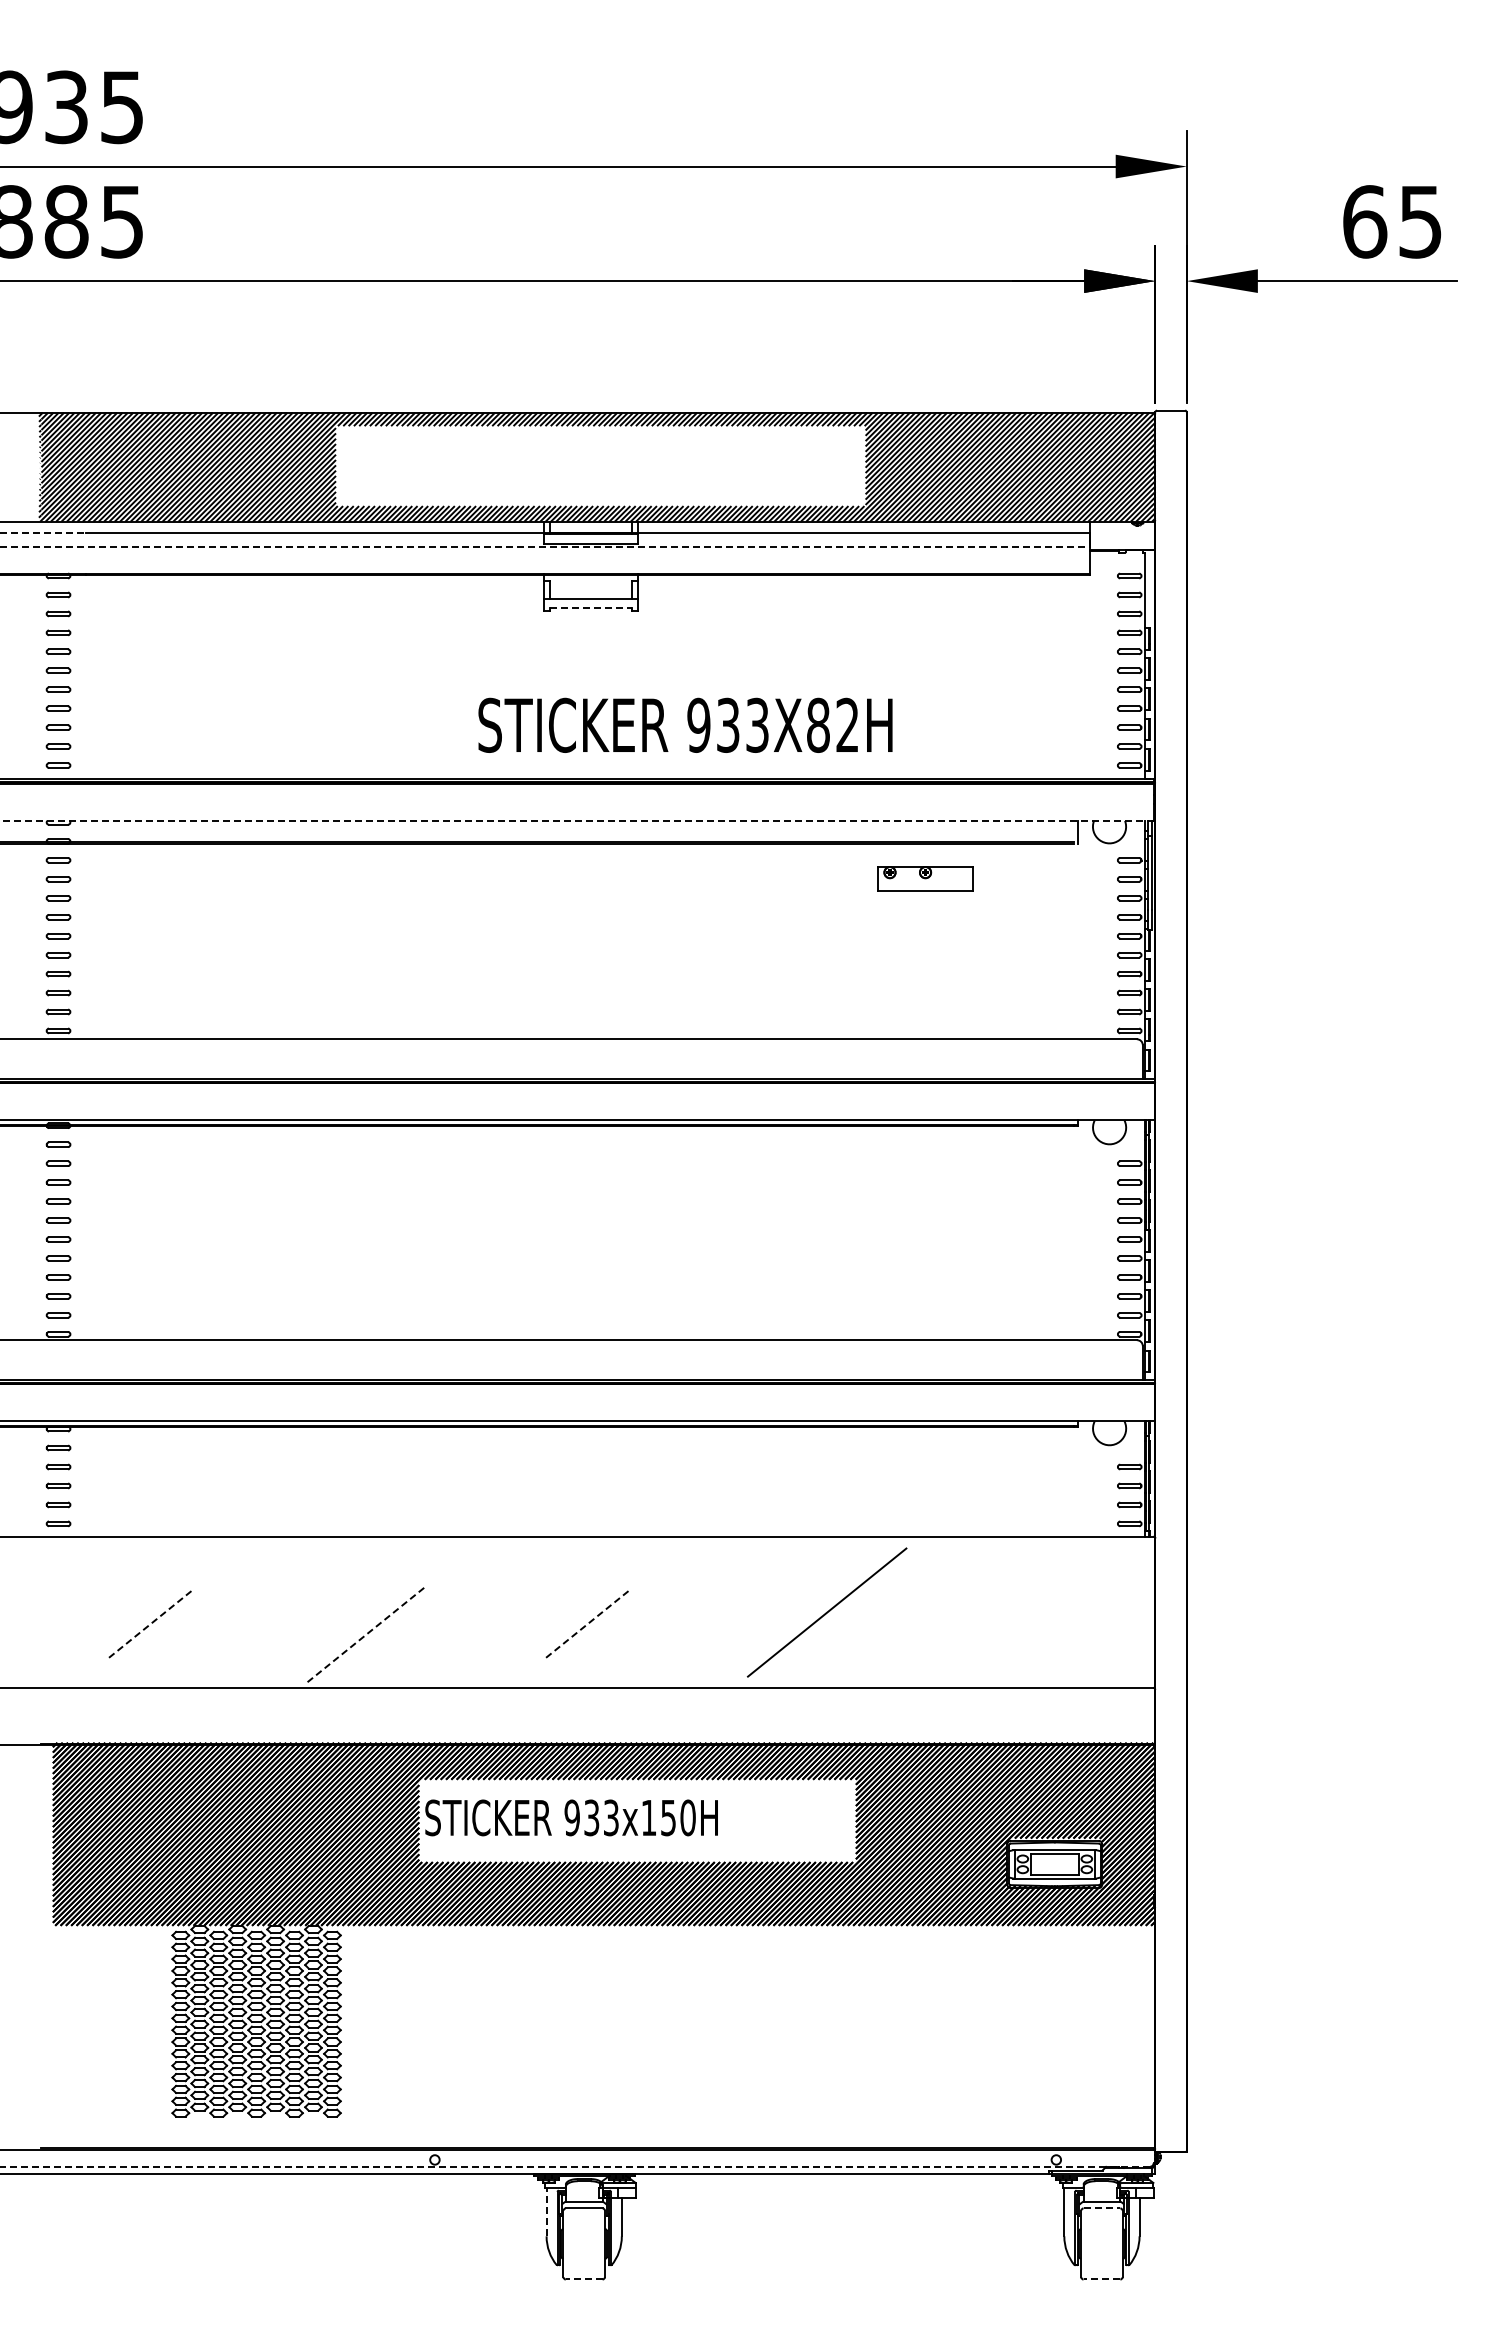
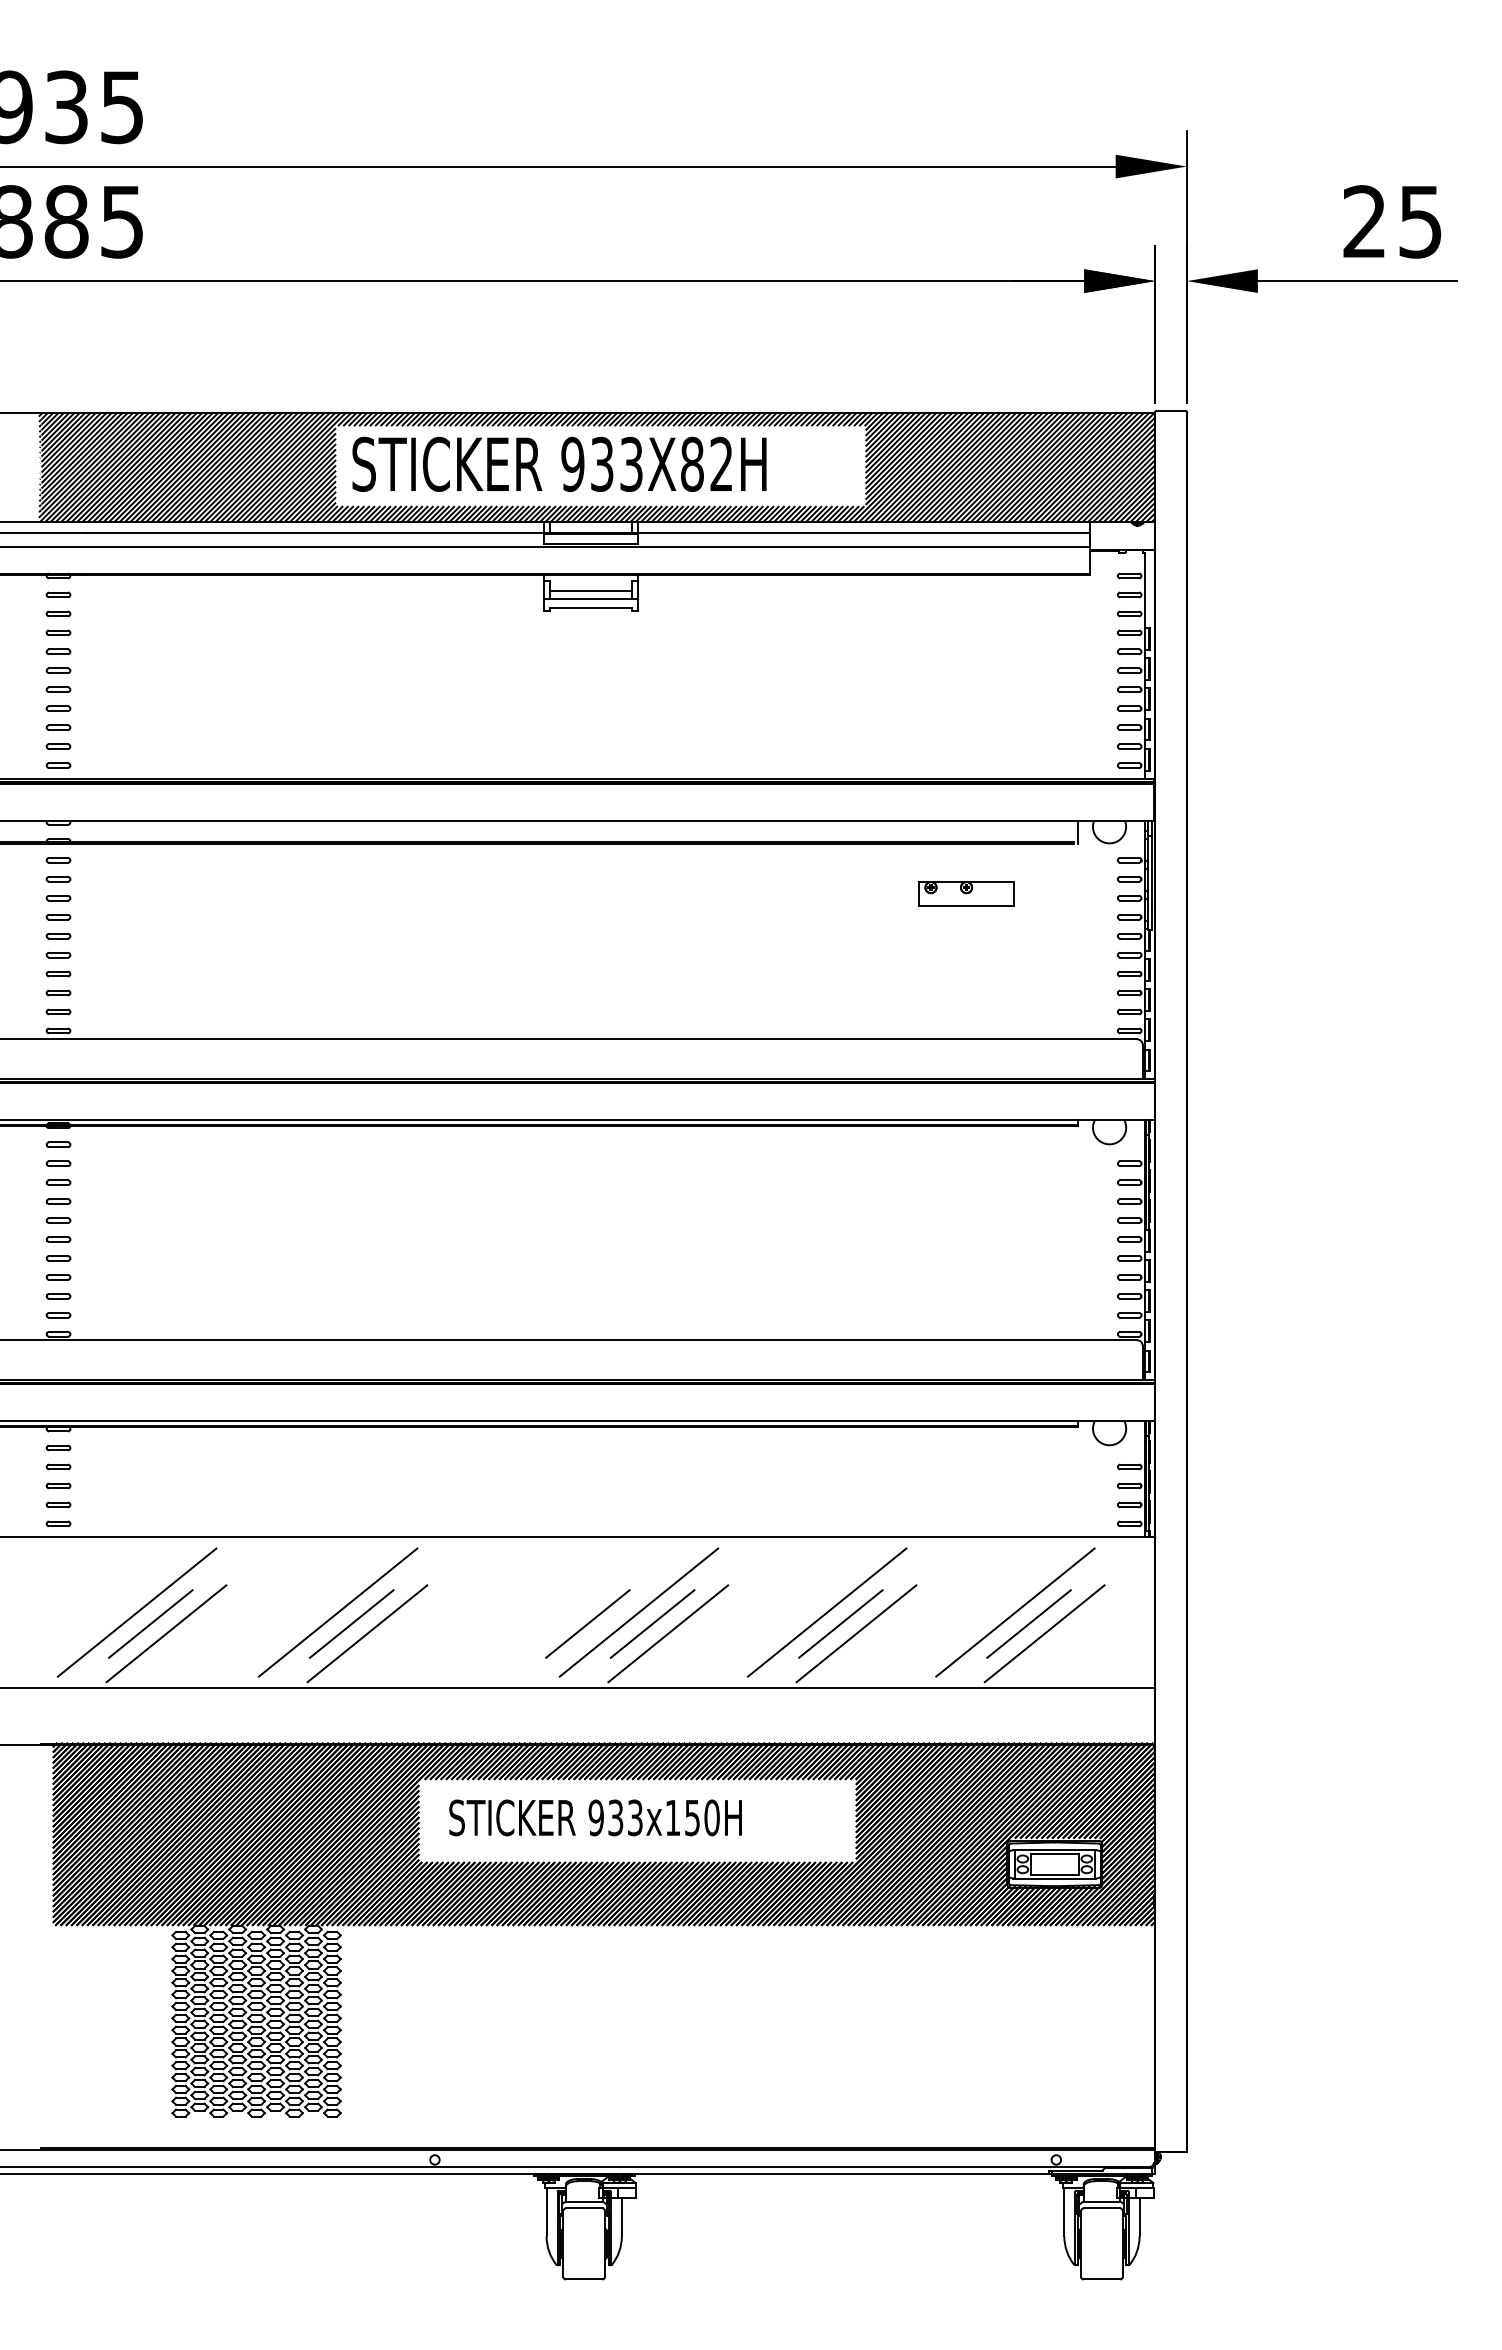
text at (1365, 221): 65 -> 25
line at (43, 533): dashed -> solid
line at (545, 546): dashed -> solid
line at (590, 590): none -> present
line at (591, 608): dashed -> solid
text at (685, 724) position: (685, 724) -> (559, 463)
line at (577, 820): dashed -> solid
part at (925, 878) position: (925, 878) -> (966, 893)
line at (136, 1612): none -> present
line at (337, 1612): none -> present
line at (638, 1612): none -> present
line at (1015, 1612): none -> present
line at (351, 1623): none -> present
line at (652, 1623): none -> present
line at (840, 1623): none -> present
line at (1028, 1623): none -> present
line at (150, 1624): dashed -> solid
line at (587, 1624): dashed -> solid
line at (166, 1633): none -> present
line at (367, 1633): dashed -> solid
line at (668, 1633): none -> present
line at (856, 1633): none -> present
line at (1044, 1633): none -> present
text at (571, 1817) position: (571, 1817) -> (595, 1817)
line at (575, 2166): dashed -> solid
line at (1102, 2208): dashed -> solid
line at (546, 2211): dashed -> solid
line at (583, 2279): dashed -> solid
line at (1101, 2279): dashed -> solid
